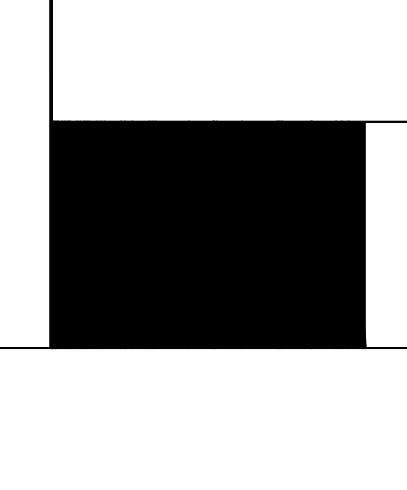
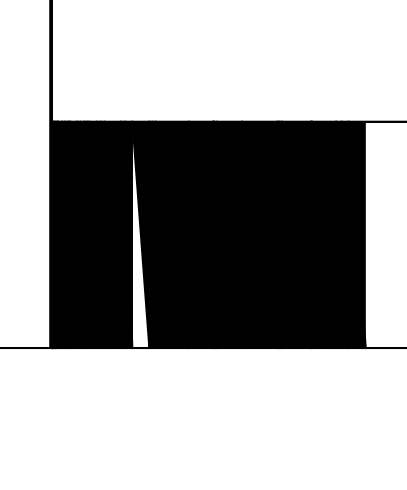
fill at (140, 234): present -> none
